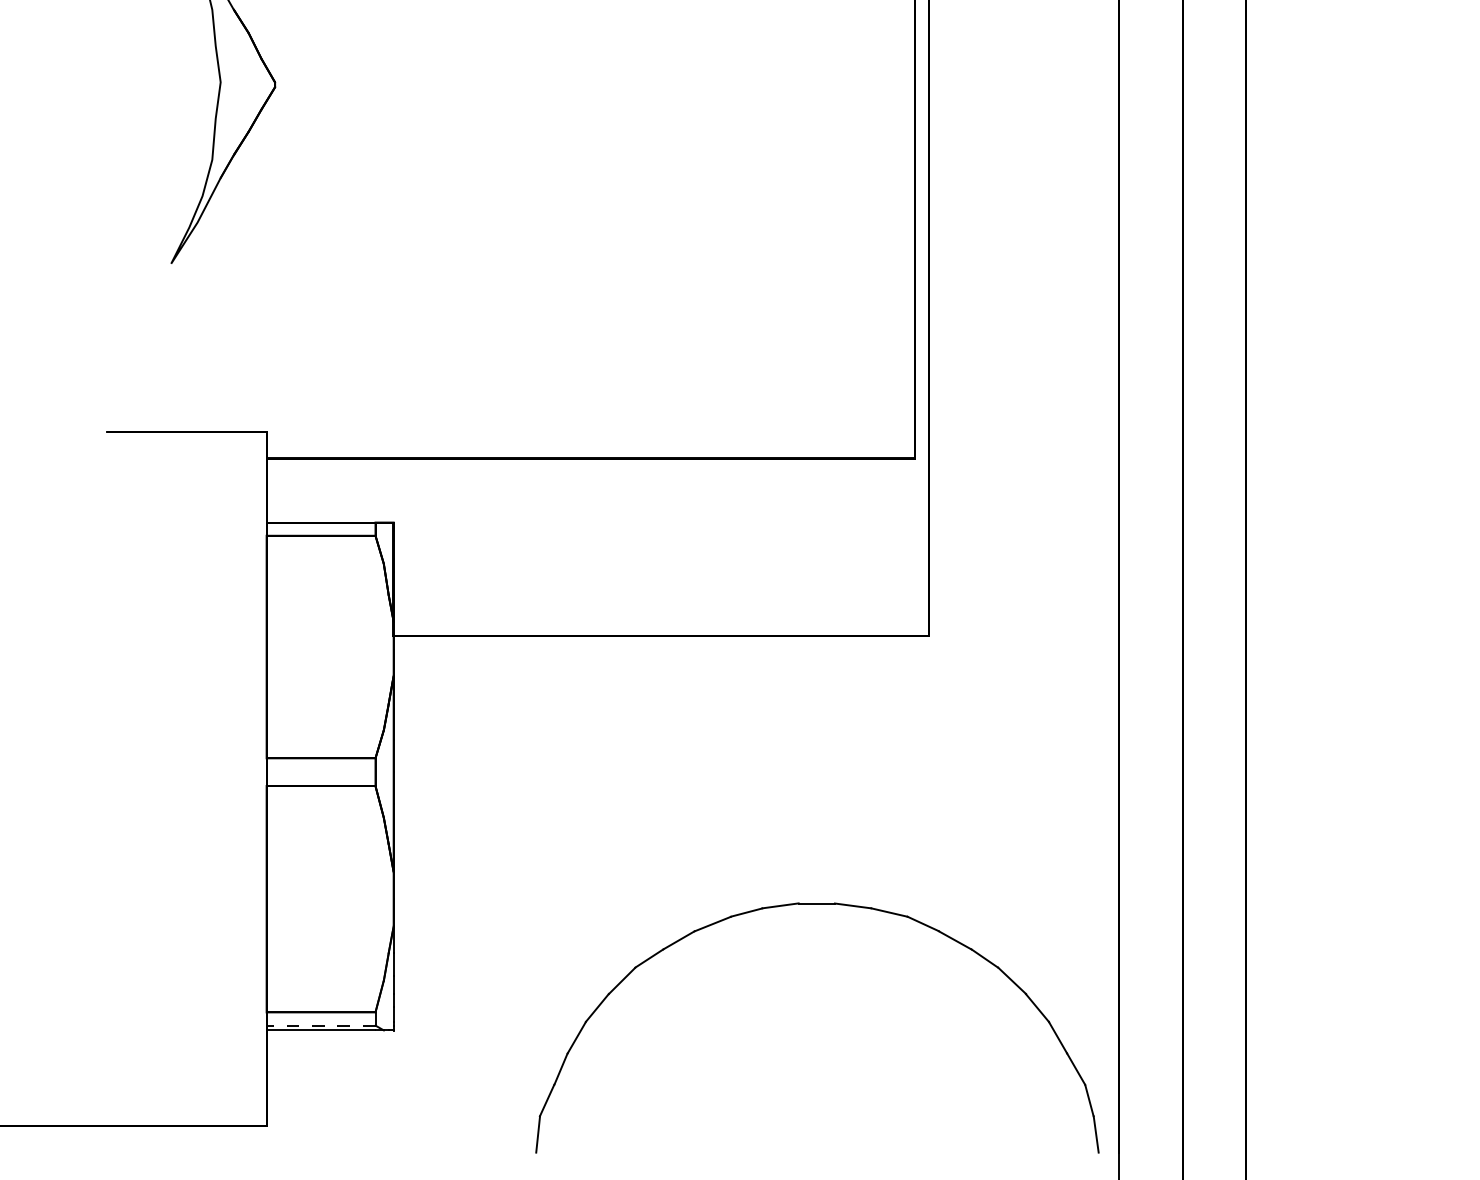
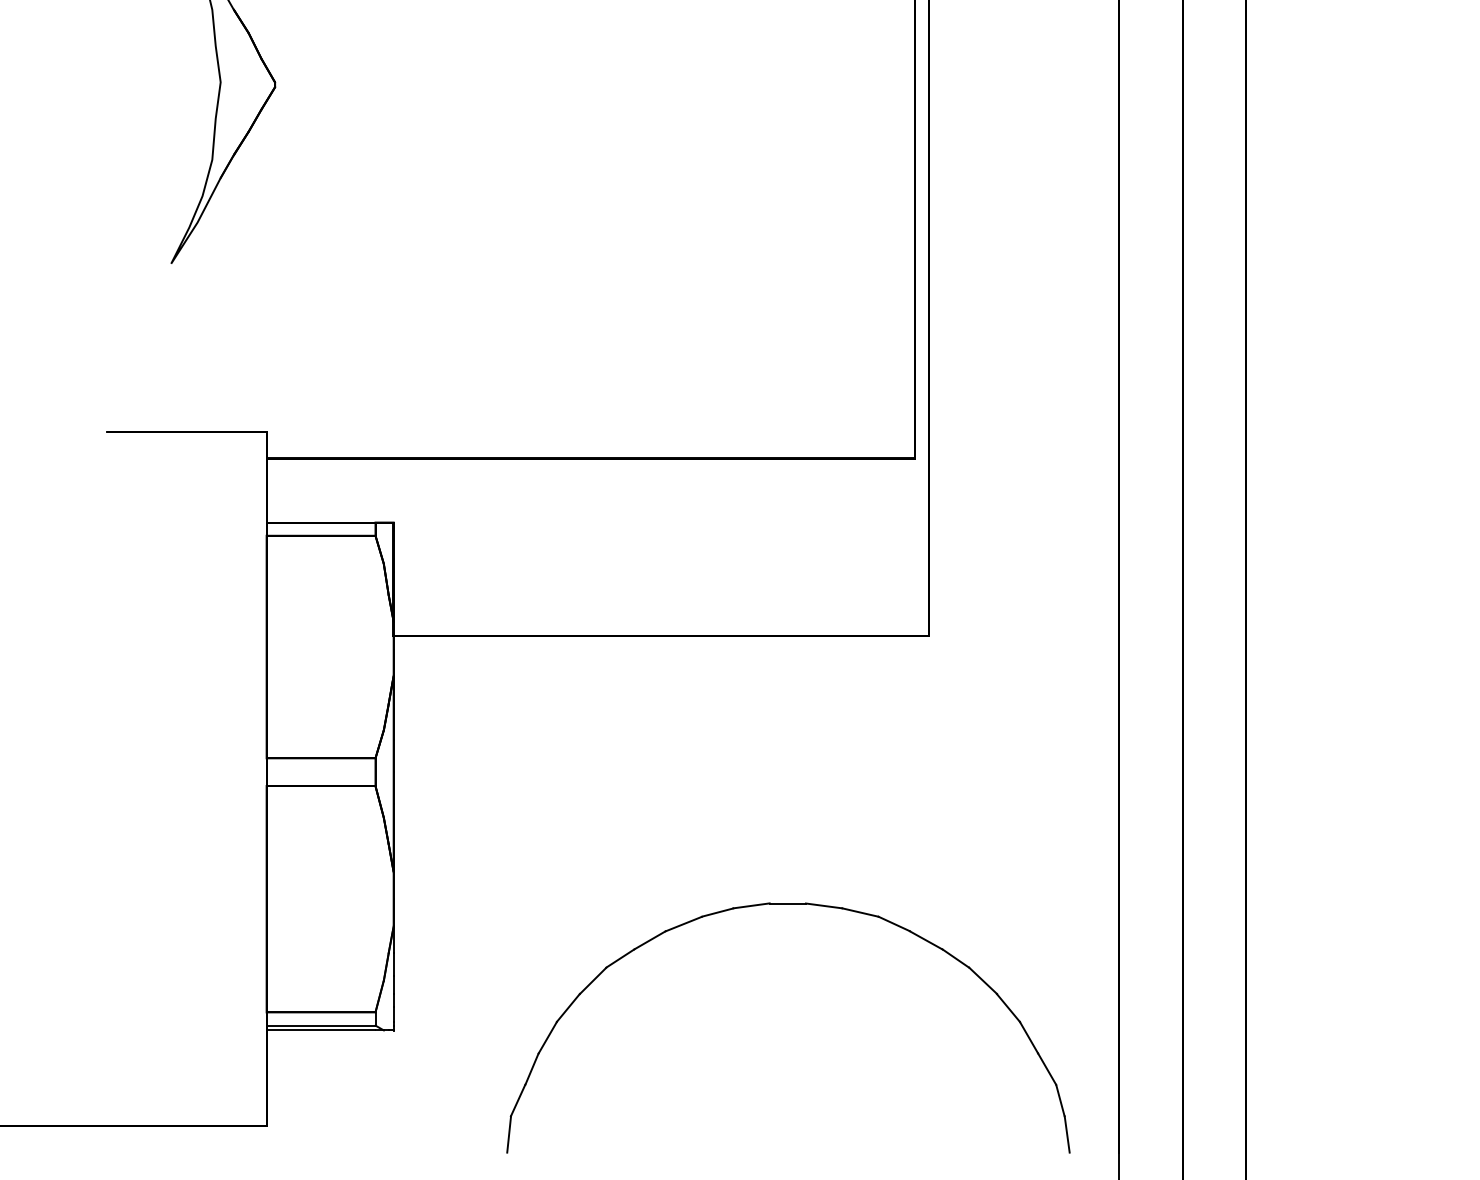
part at (817, 904) position: (817, 904) -> (788, 904)
line at (320, 1025): dashed -> solid
